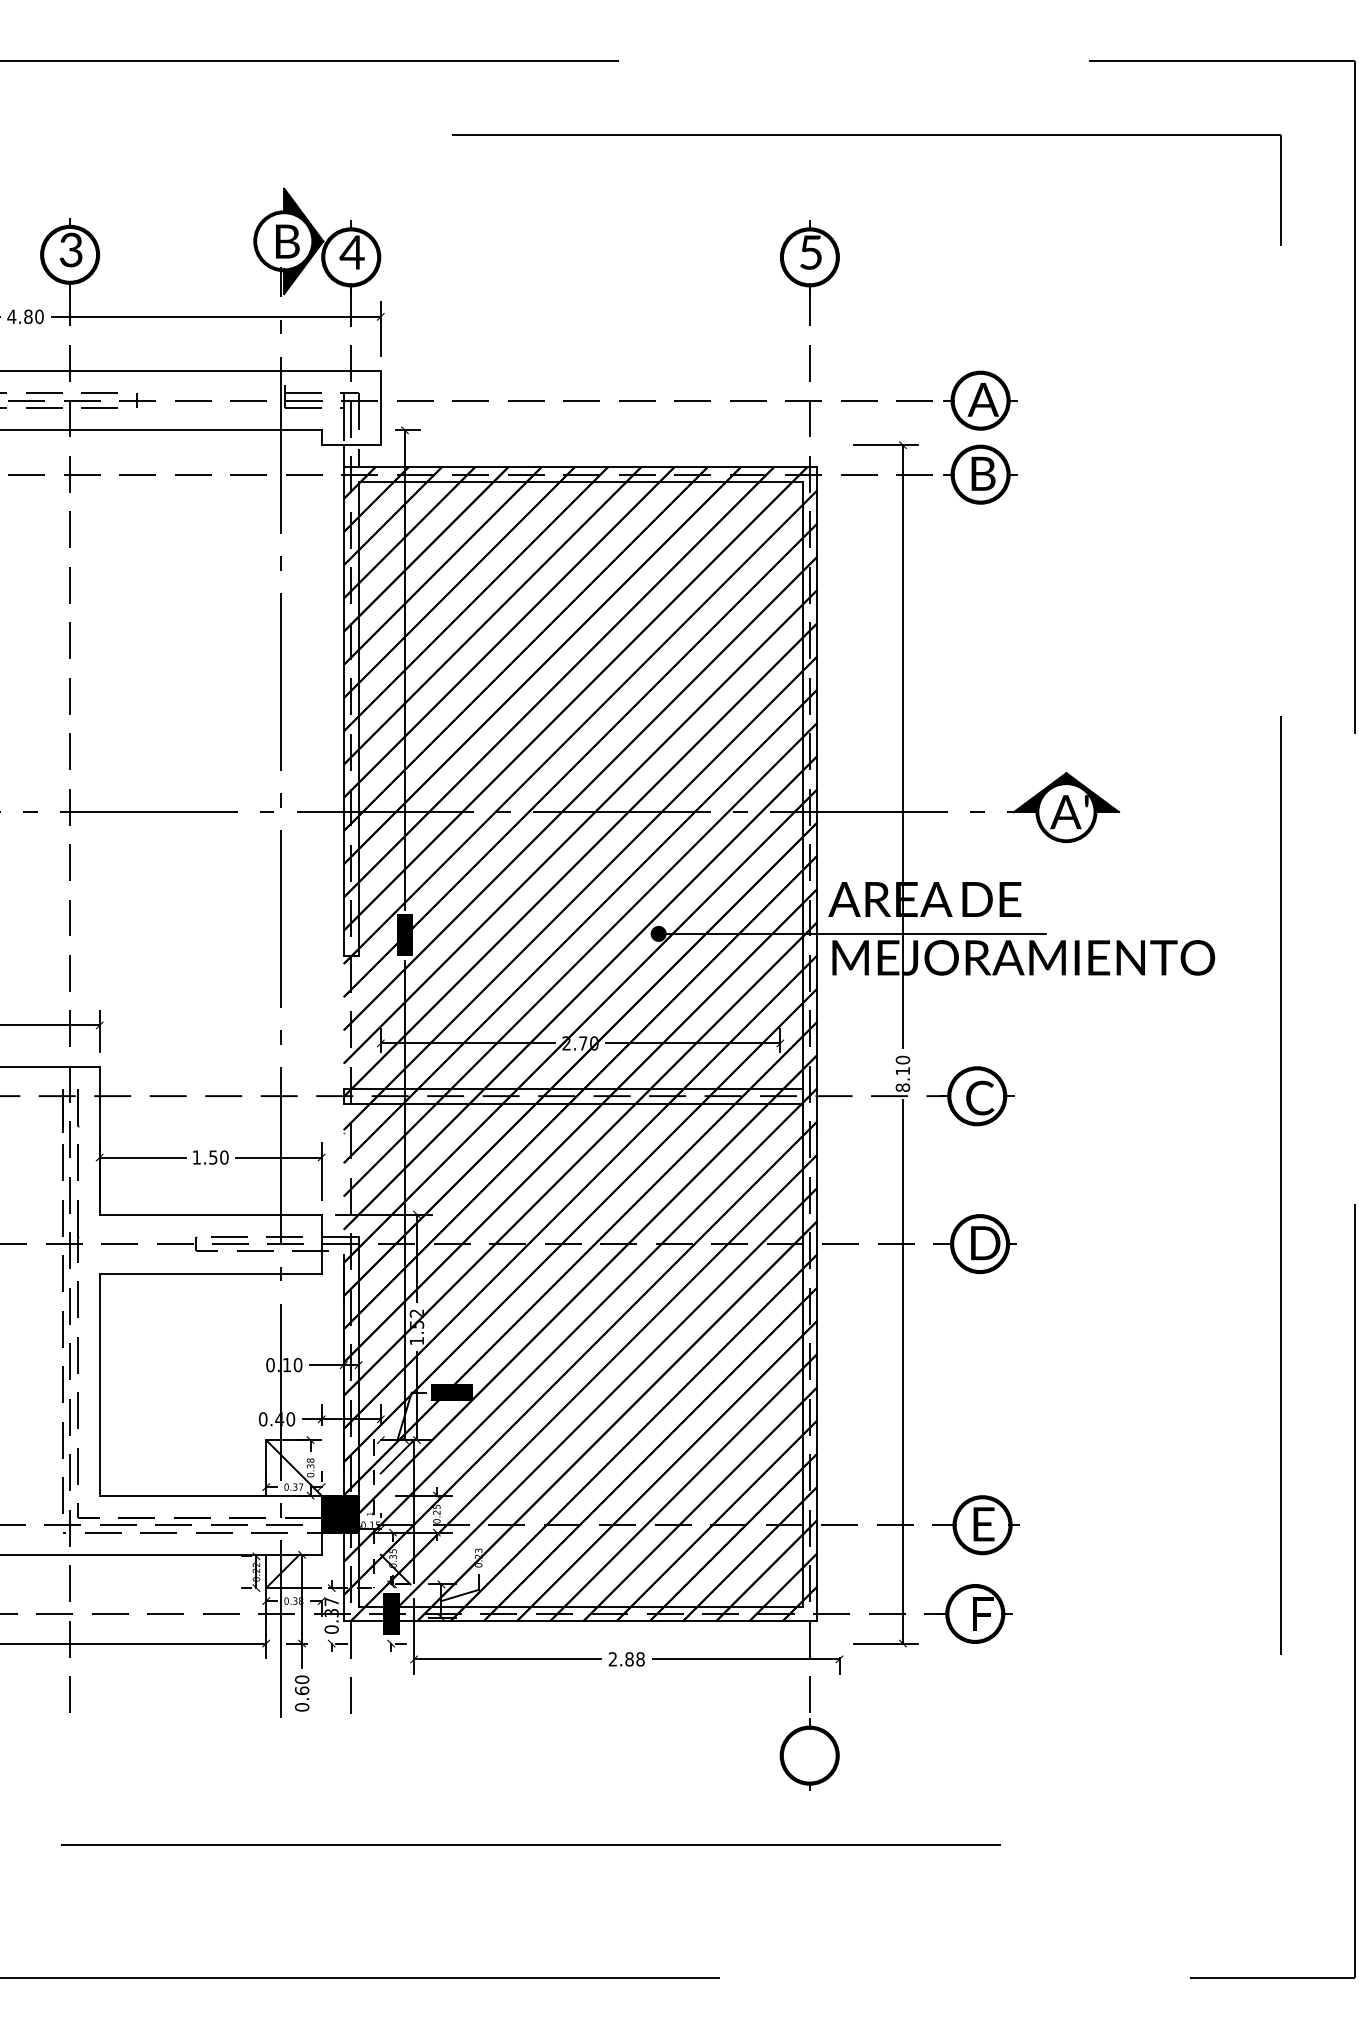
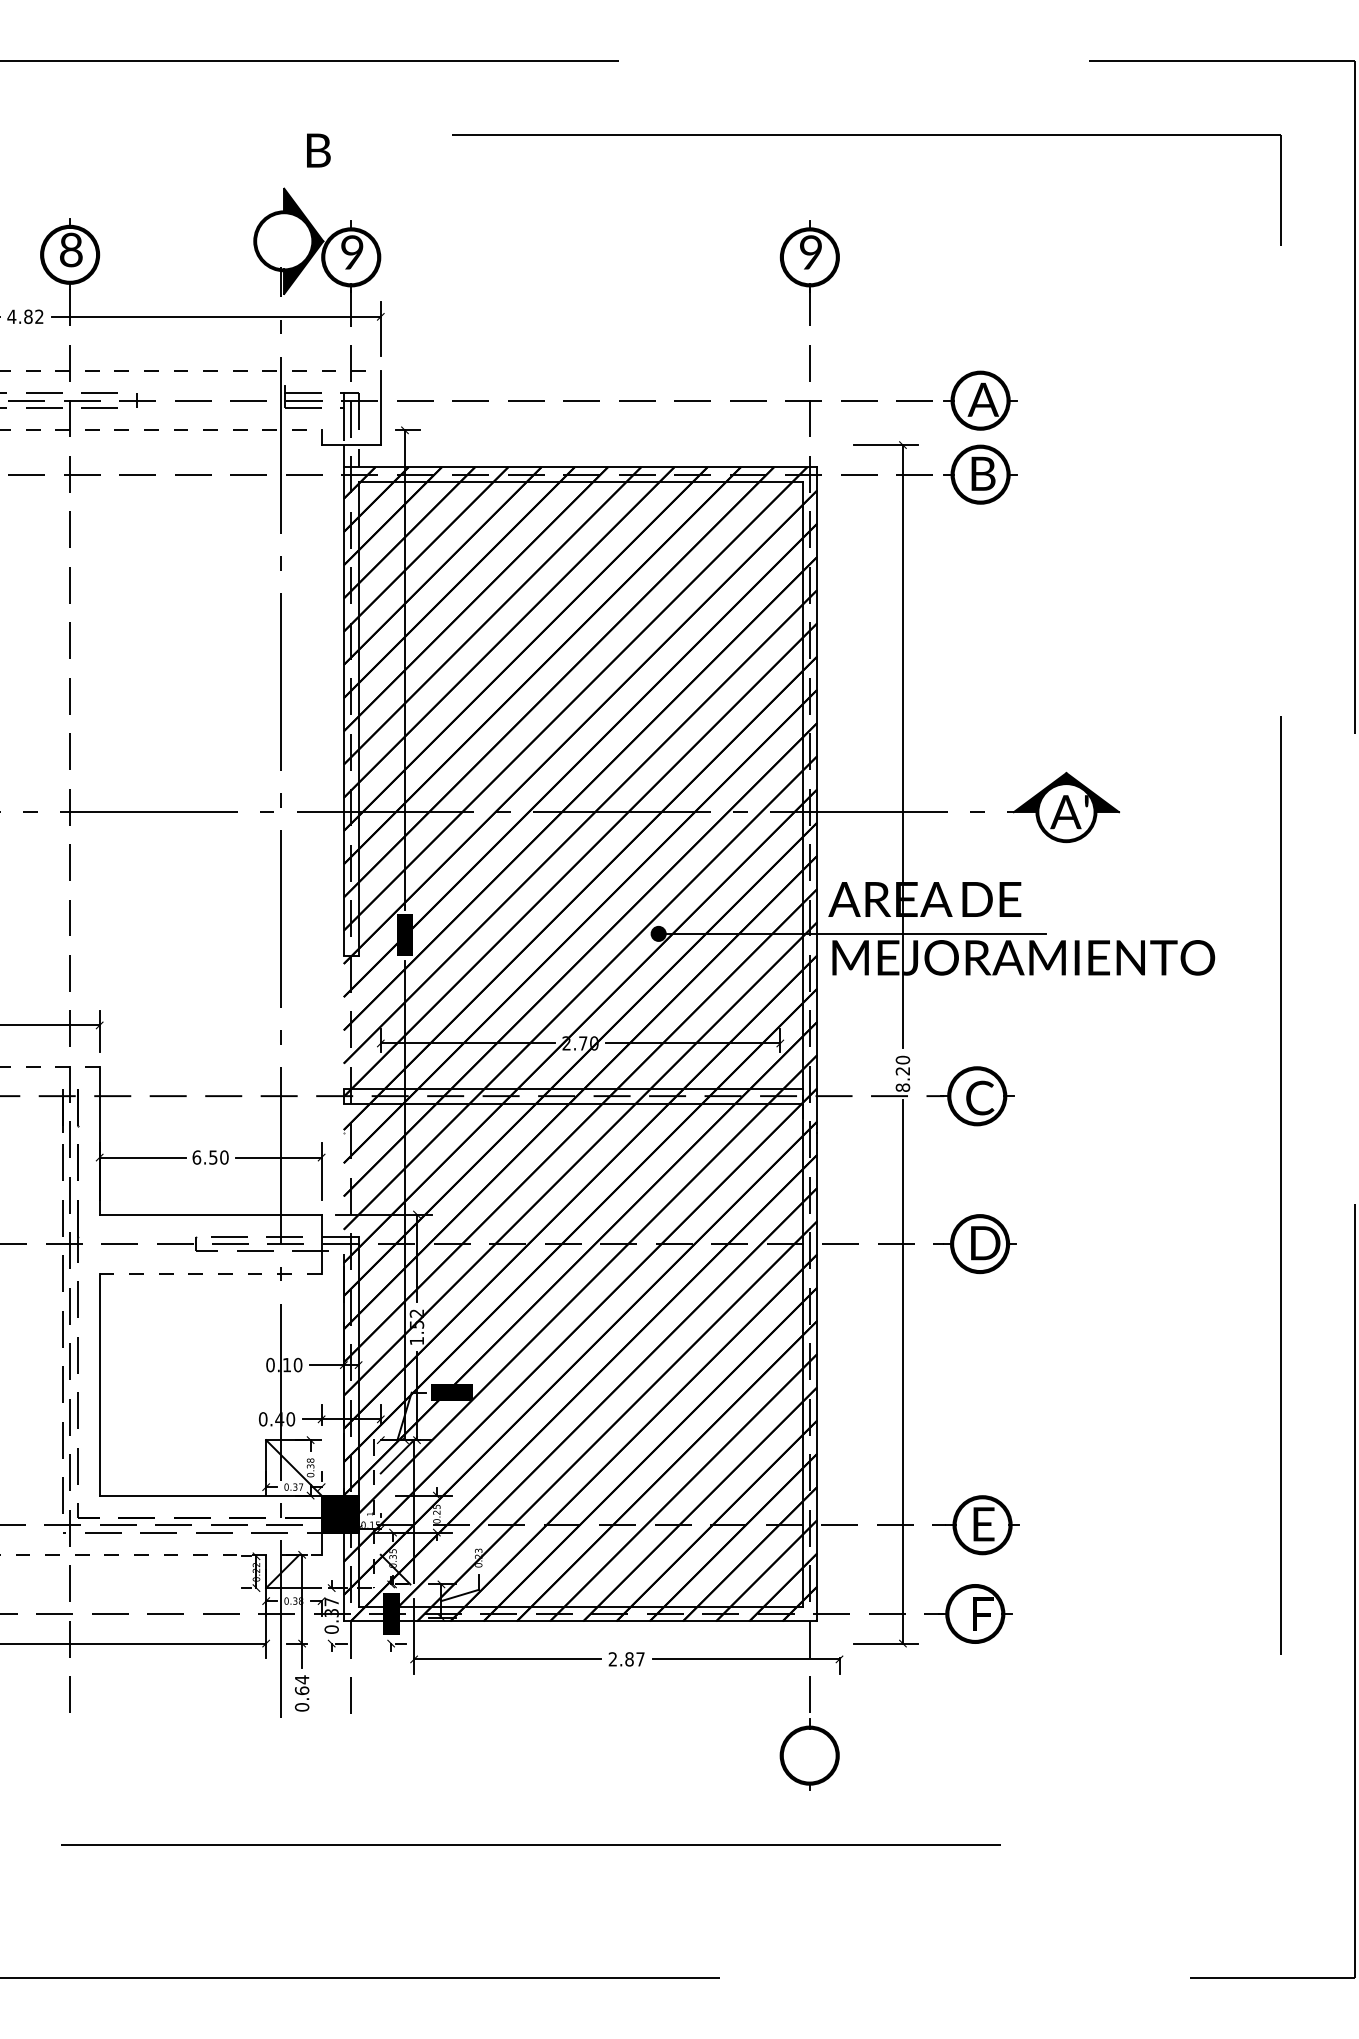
text at (287, 241) position: (287, 241) -> (318, 150)
text at (70, 249): 3 -> 8
text at (351, 252): 4 -> 9
text at (810, 252): 5 -> 9
text at (39, 316): 4.80 -> 4.82
line at (191, 371): solid -> dashed
line at (161, 430): solid -> dashed
line at (50, 1066): solid -> dashed
text at (902, 1071): 8.10 -> 8.20
text at (196, 1157): 1.50 -> 6.50
line at (210, 1273): solid -> dashed
line at (161, 1554): solid -> dashed
text at (640, 1659): 2.88 -> 2.87
text at (301, 1679): 0.60 -> 0.64
